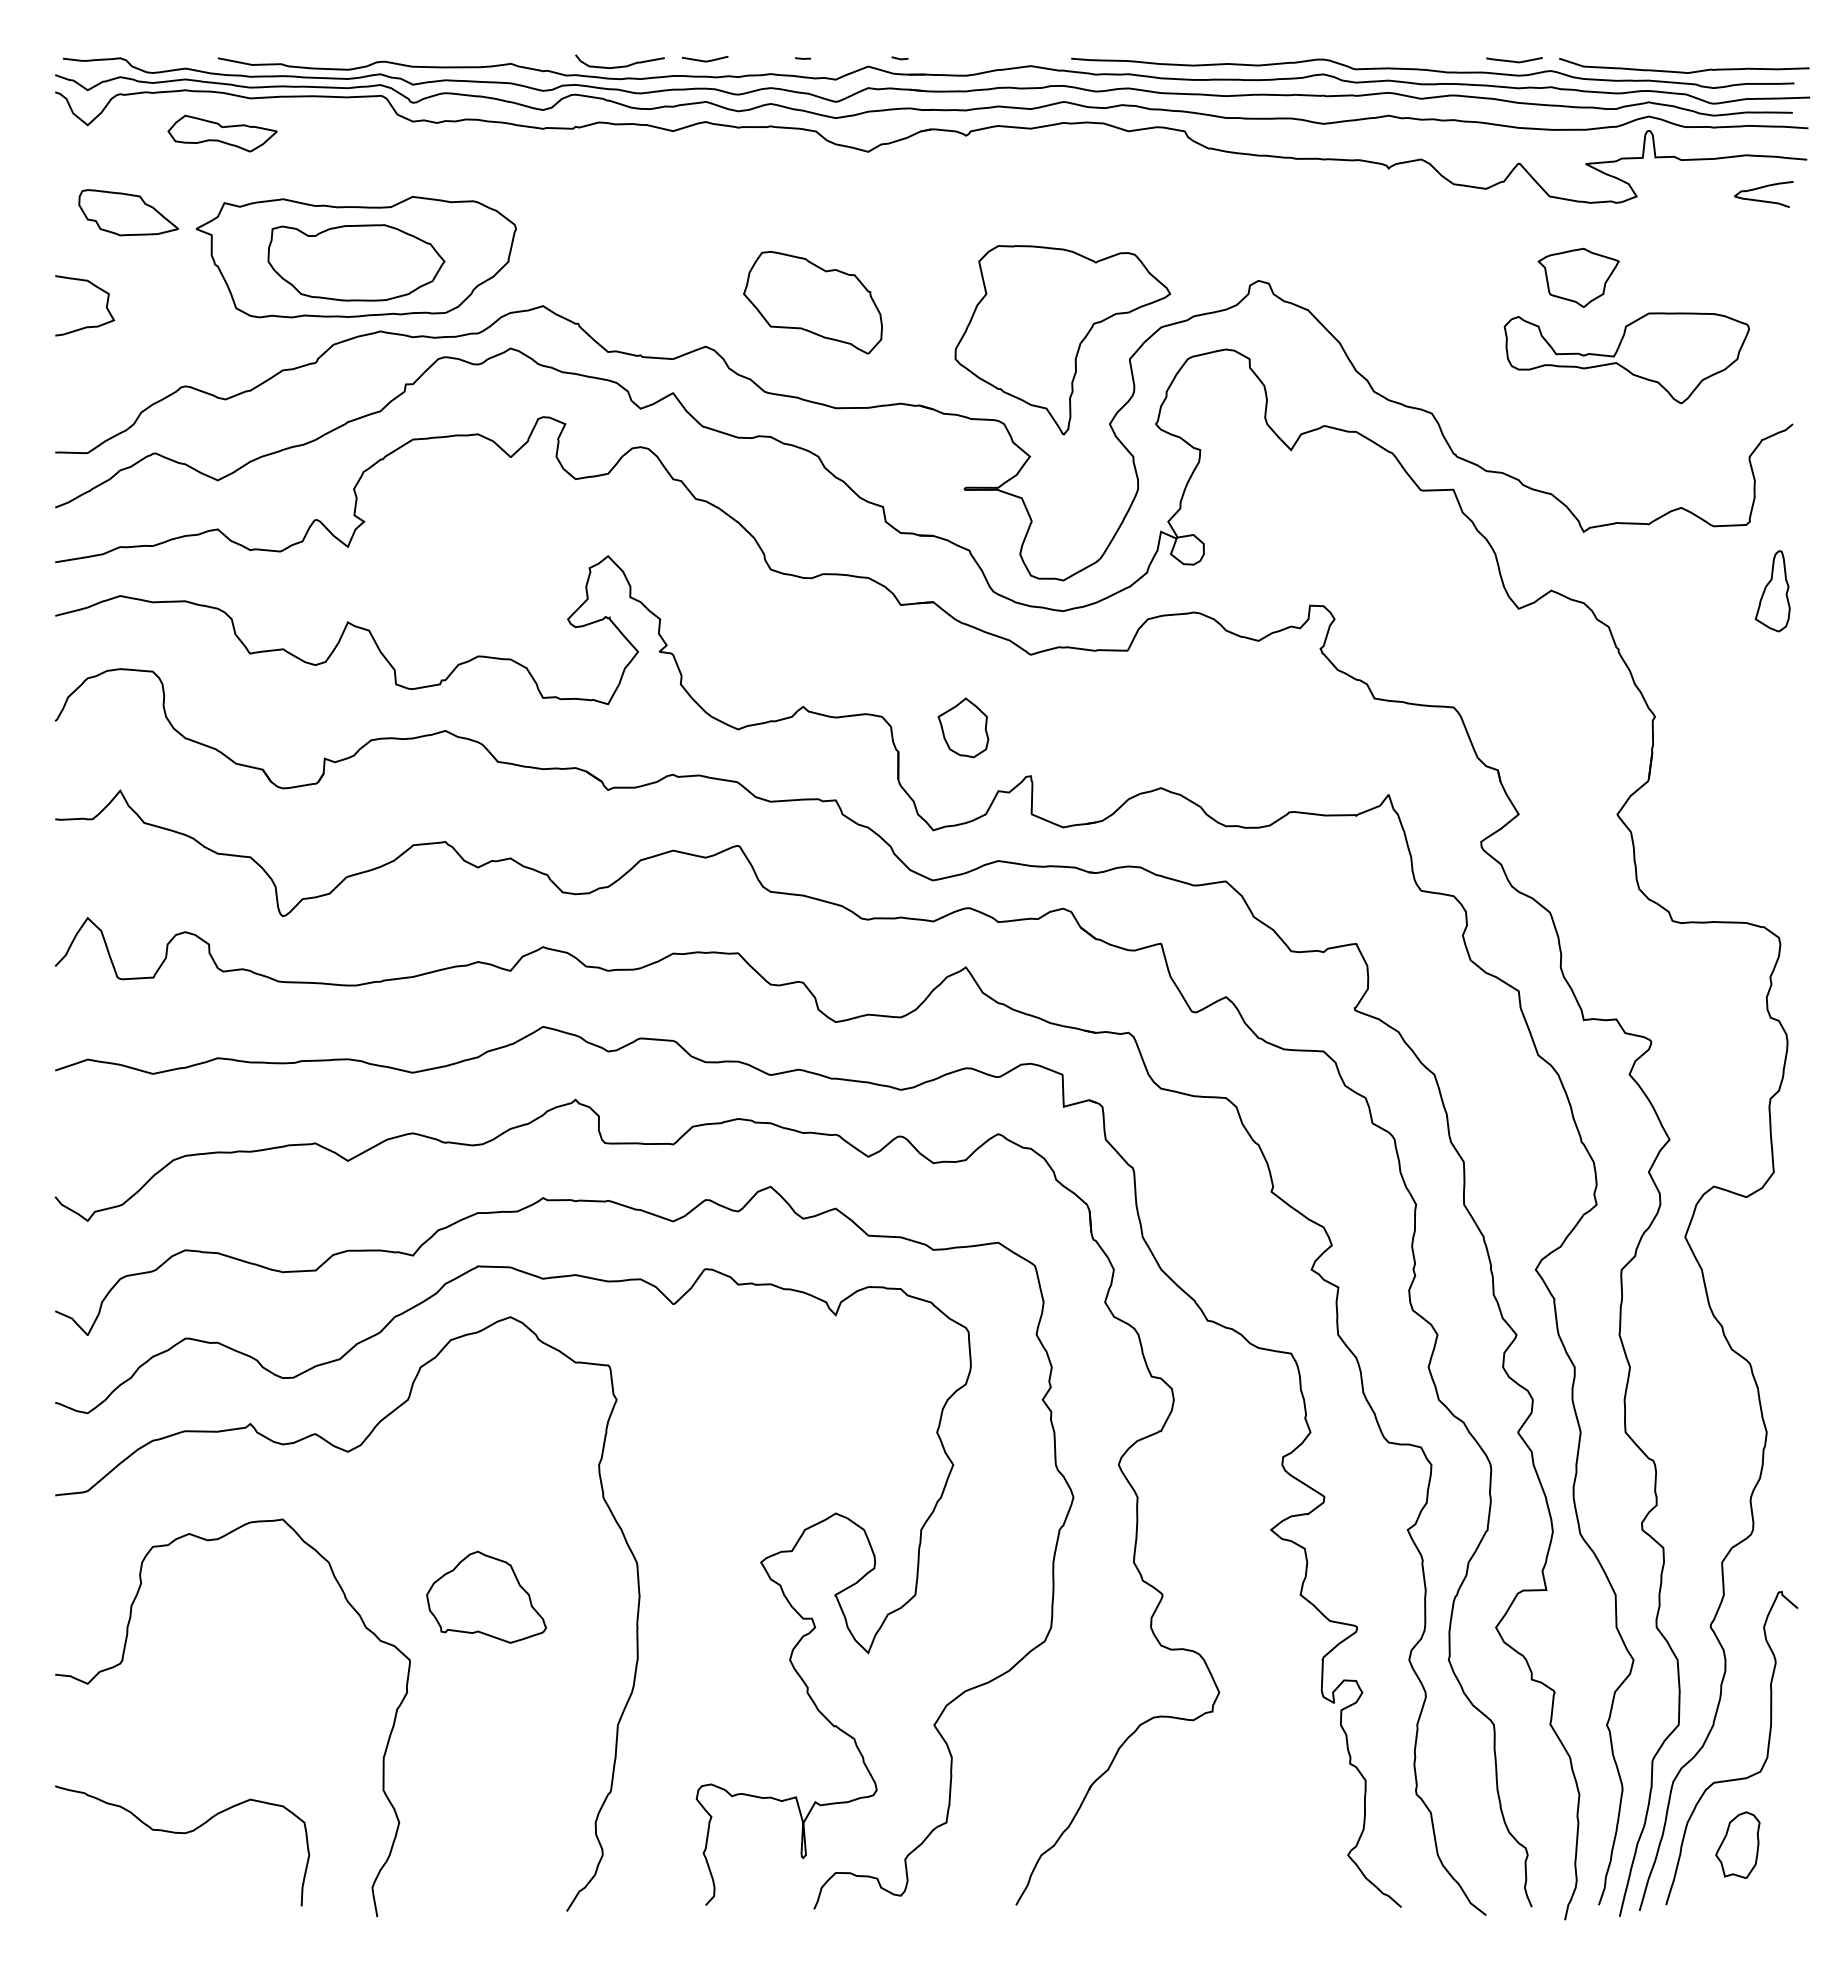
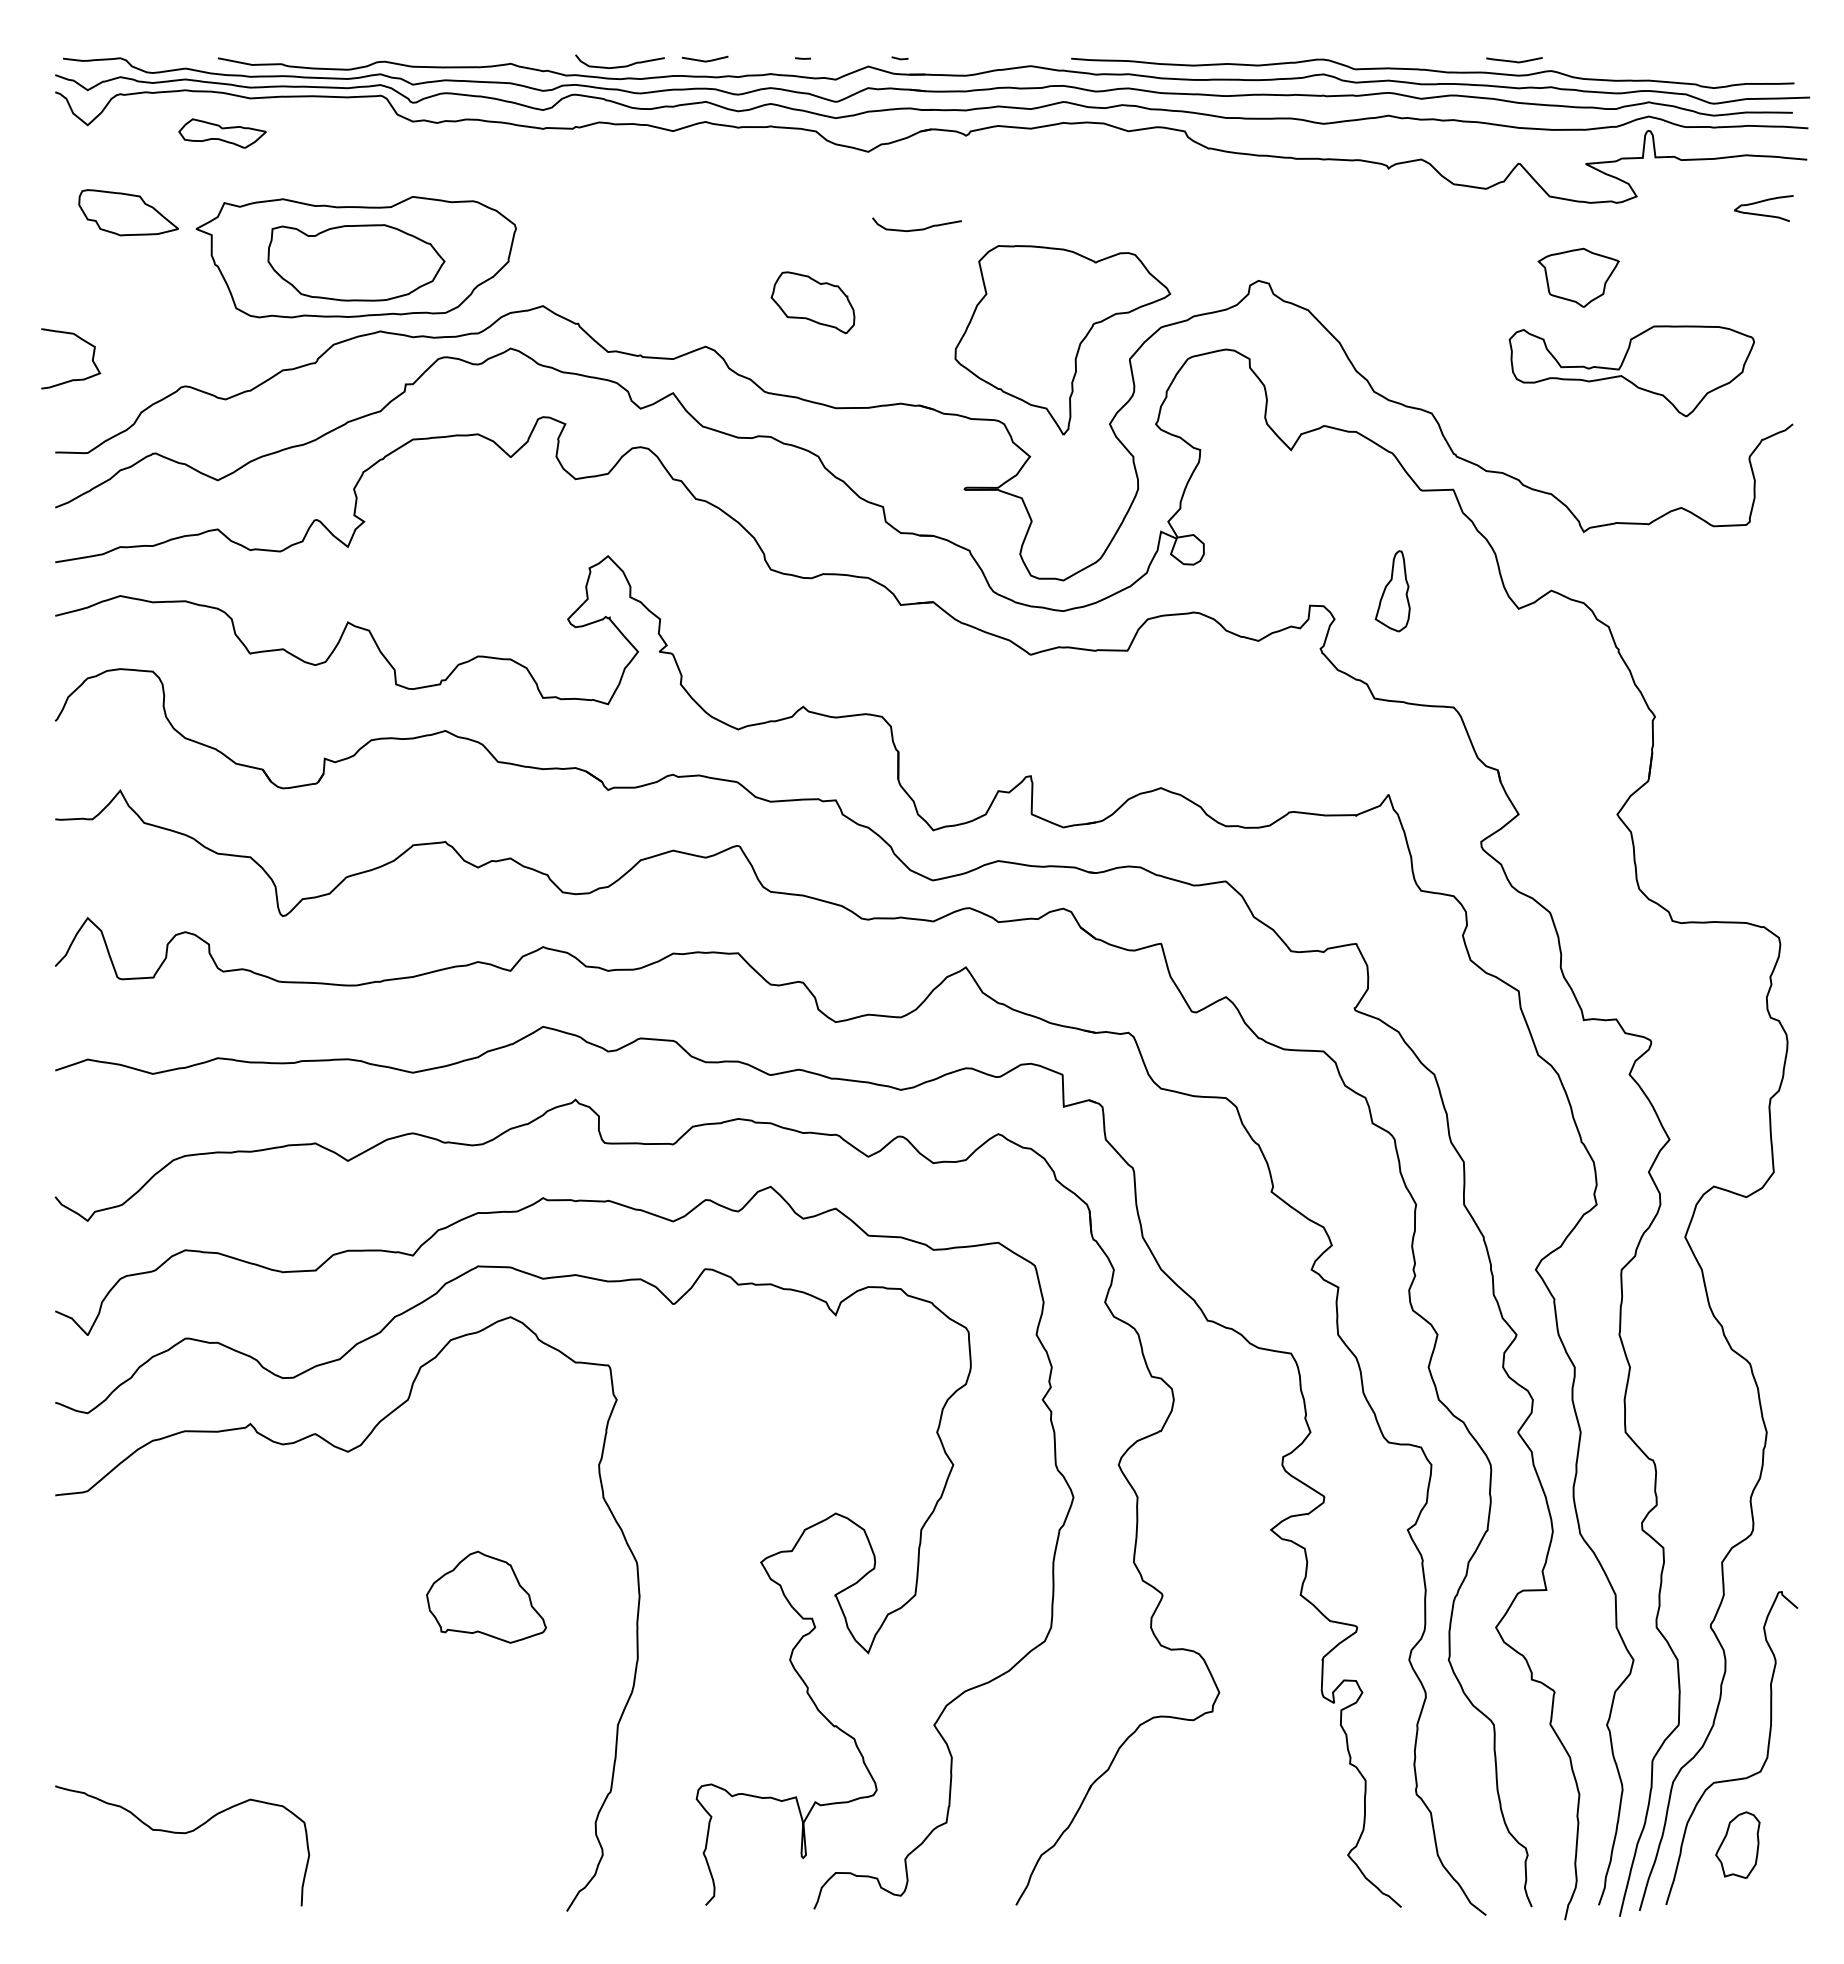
curve at (1684, 71): present -> none
part at (222, 133) size: 111x39 px -> 89x31 px
curve at (1763, 200) position: (1763, 200) -> (1763, 214)
curve at (919, 228): none -> present
part at (812, 302) size: 140x104 px -> 86x64 px
curve at (105, 307) position: (105, 307) -> (91, 360)
part at (1626, 358) position: (1626, 358) -> (1631, 371)
part at (1772, 591) position: (1772, 591) -> (1392, 591)
part at (963, 727): present -> none
curve at (122, 1662): present -> none
